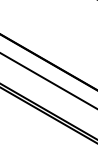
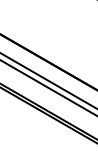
line at (48, 87): none -> present
